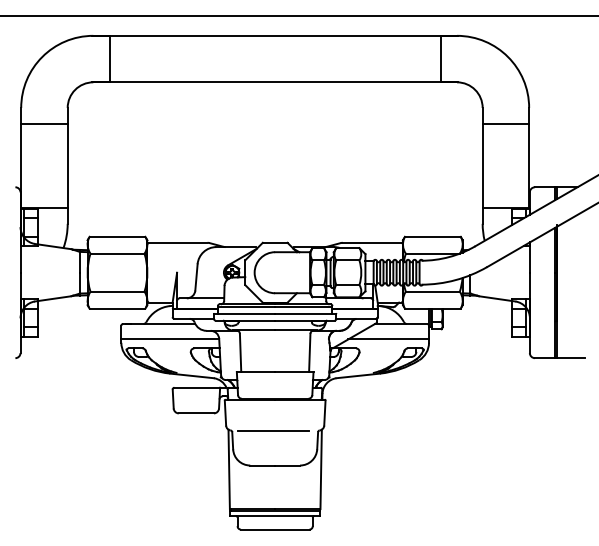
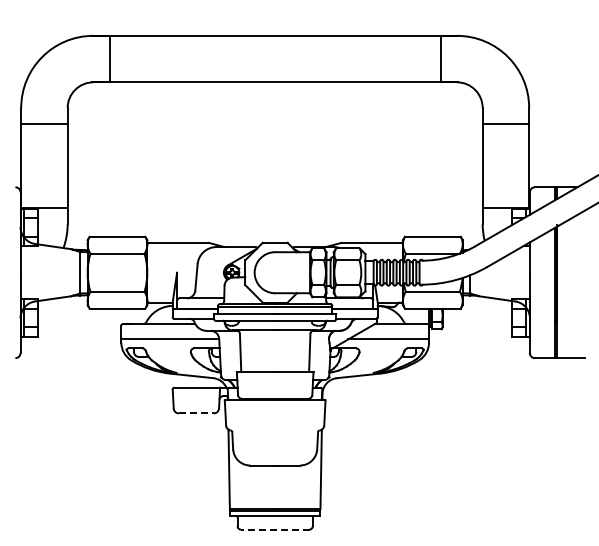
line at (298, 16): present -> none
line at (196, 413): solid -> dashed
line at (273, 430): present -> none
line at (275, 529): solid -> dashed
